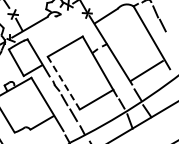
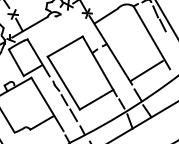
line at (165, 18): none -> present
line at (63, 83): dashed -> solid
